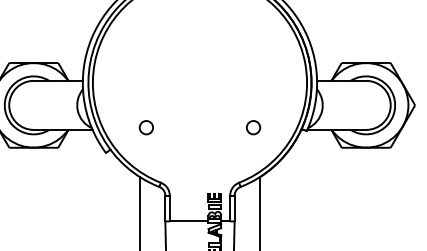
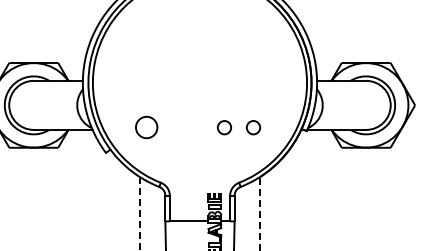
circle at (145, 127) size: 16x16 px -> 24x25 px
circle at (224, 127): none -> present
line at (139, 213): solid -> dashed
line at (260, 213): solid -> dashed
